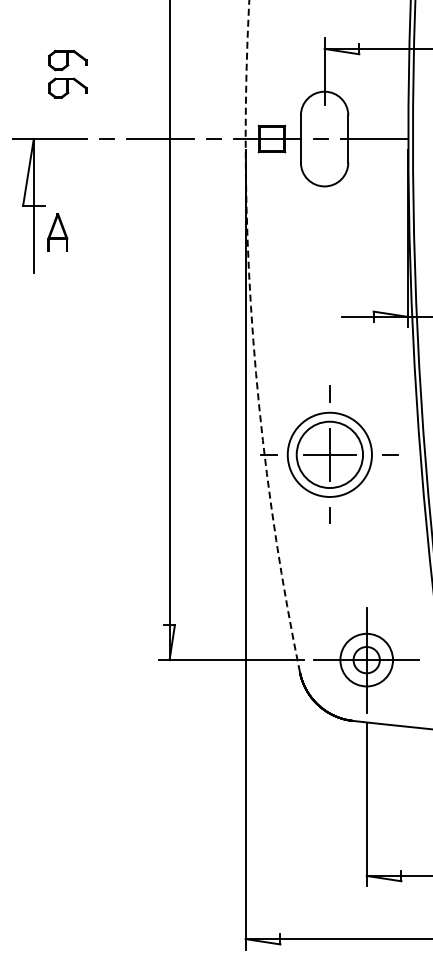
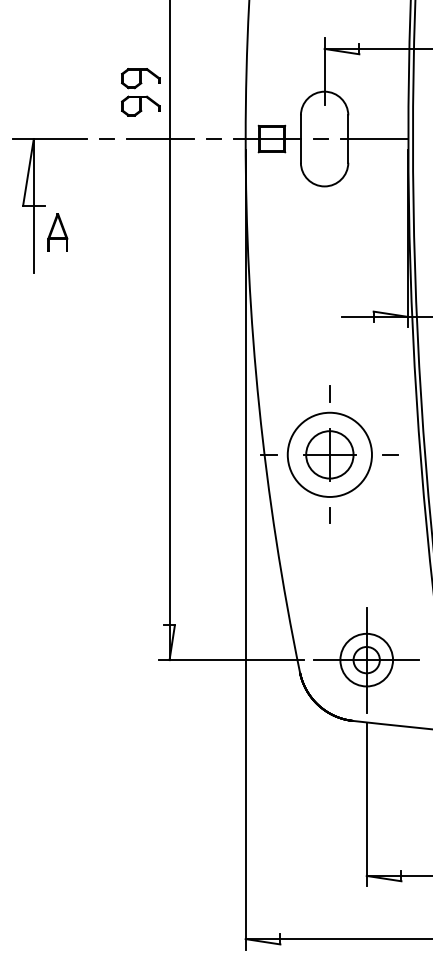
part at (67, 74) position: (67, 74) -> (140, 92)
arc at (253, 338): dashed -> solid
circle at (329, 454) diameter: 66 px -> 47 px
